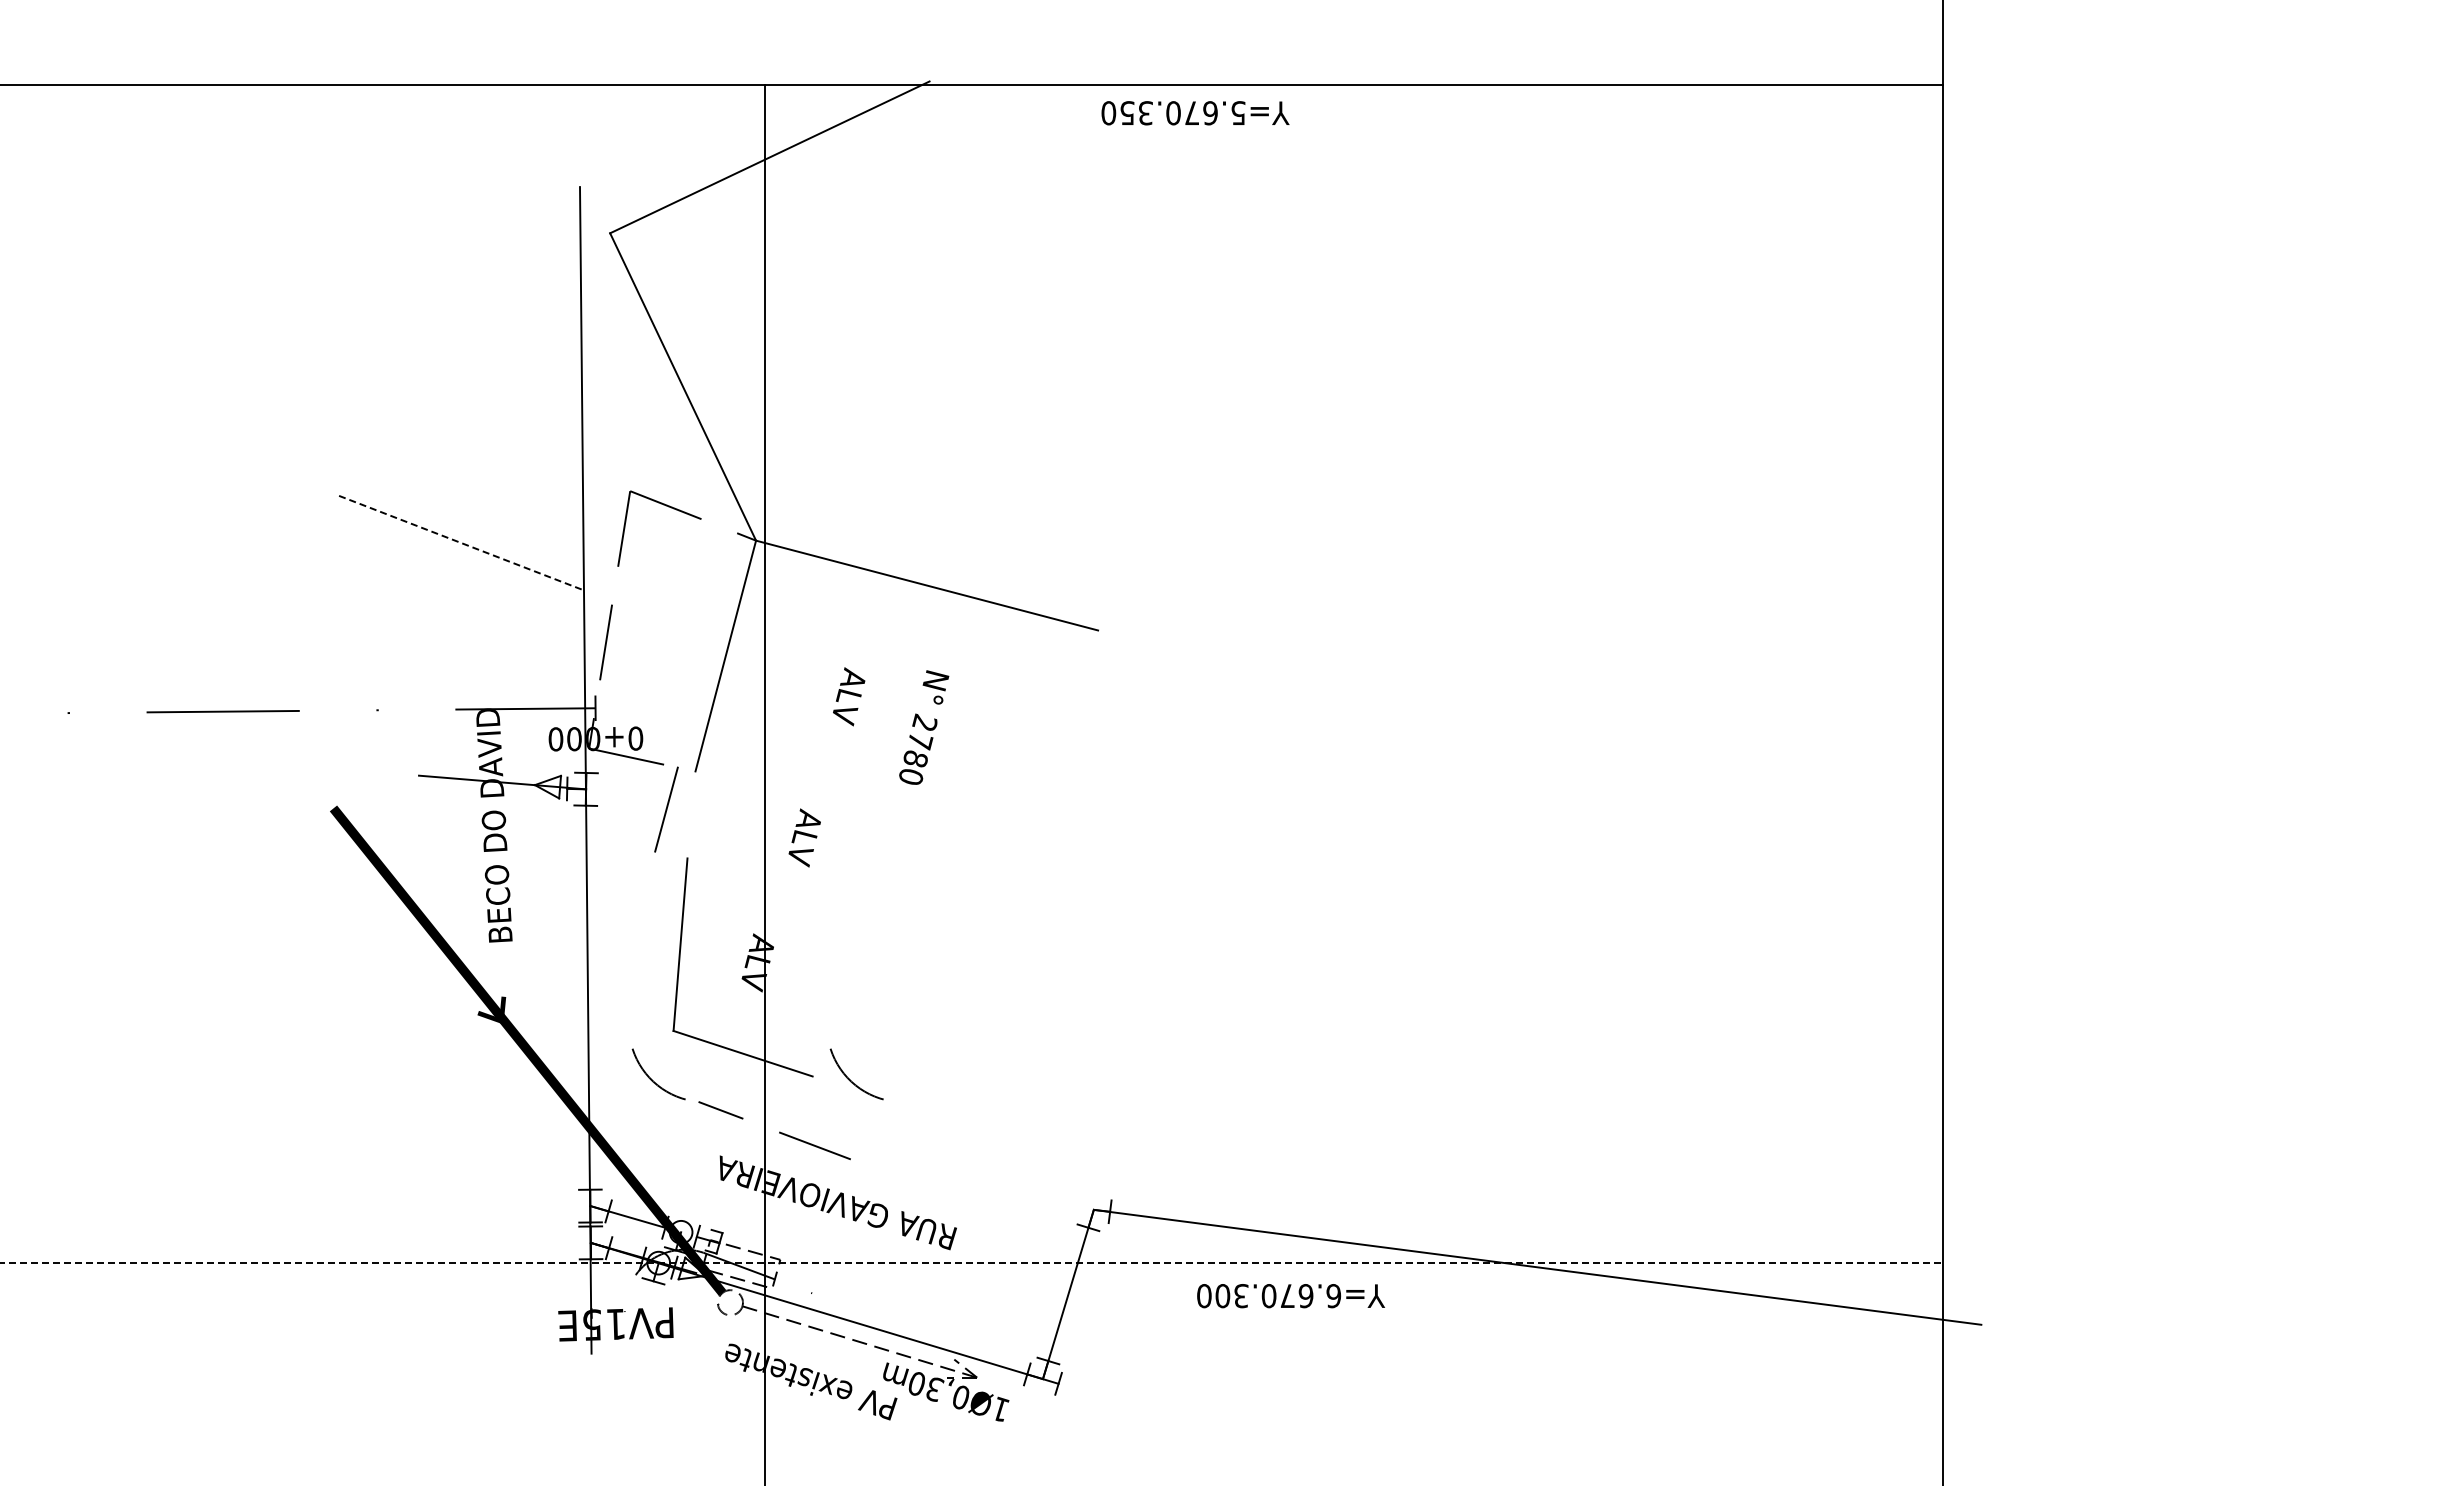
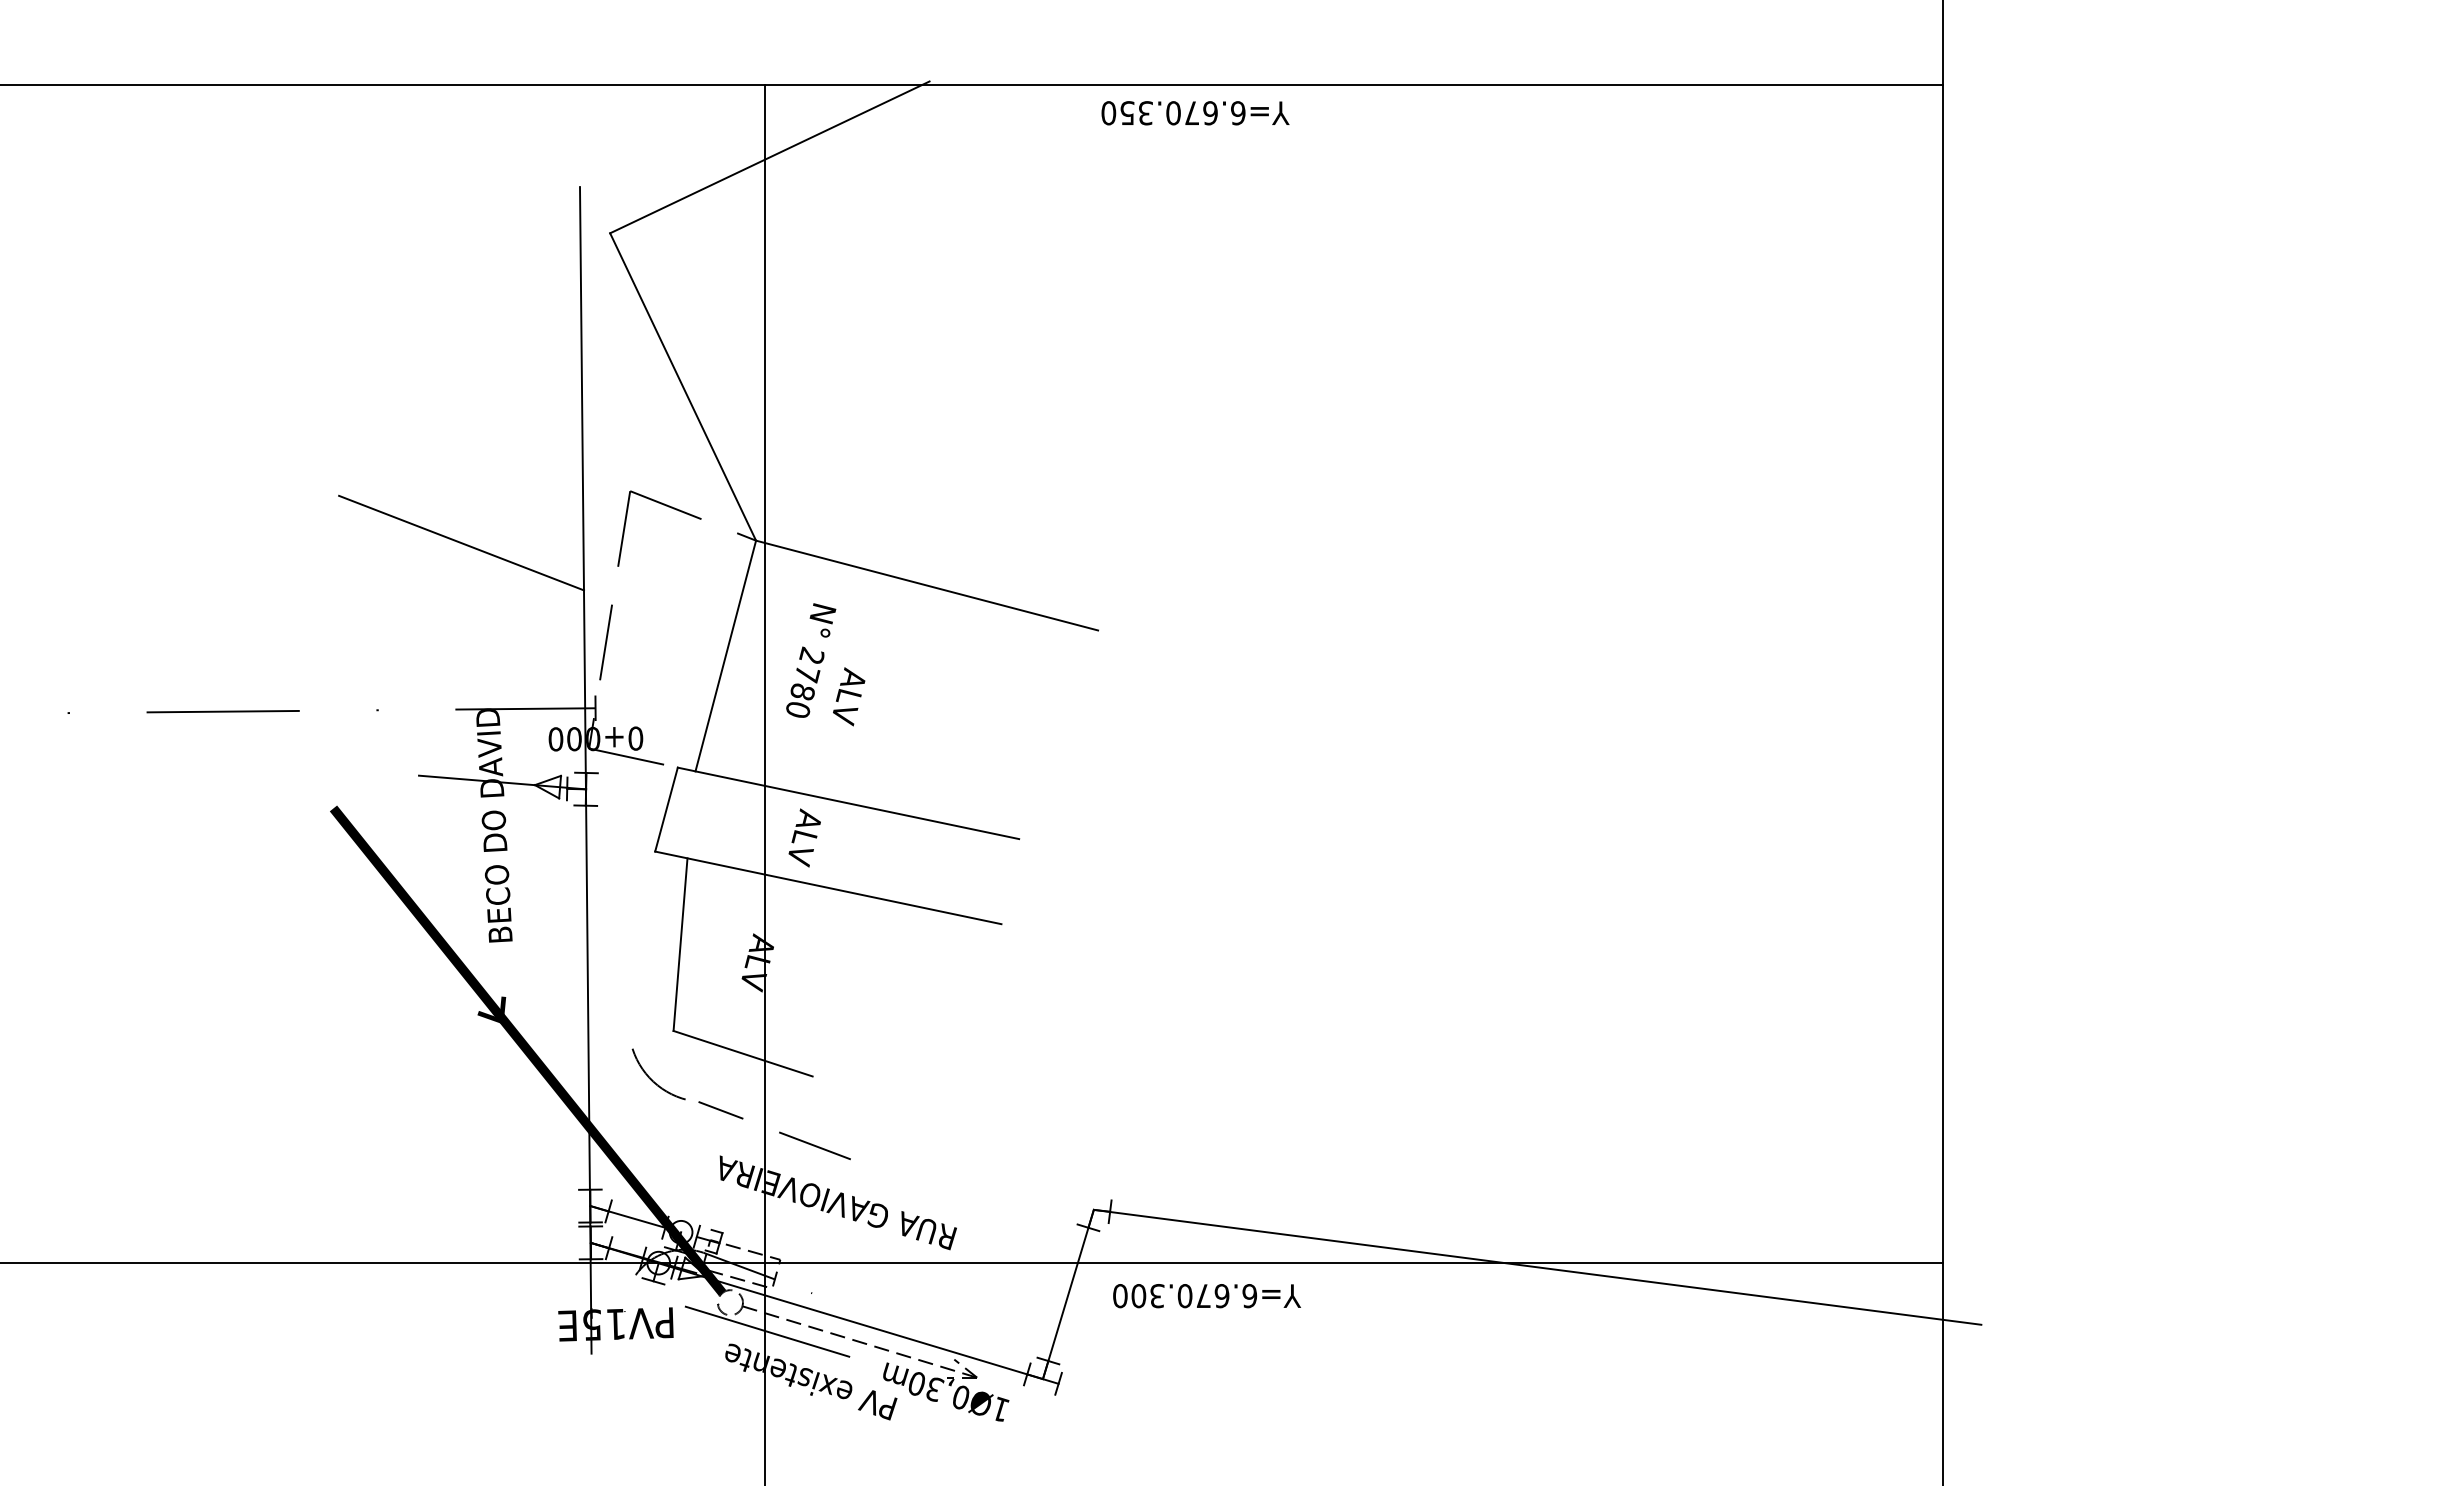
text at (1238, 113): Y=5.670.350 -> Y=6.670.350
line at (462, 543): dashed -> solid
text at (924, 727) position: (924, 727) -> (811, 660)
line at (848, 803): none -> present
line at (828, 887): none -> present
arc at (850, 1079): present -> none
line at (971, 1263): dashed -> solid
text at (1290, 1296) position: (1290, 1296) -> (1206, 1296)
line at (767, 1331): none -> present
